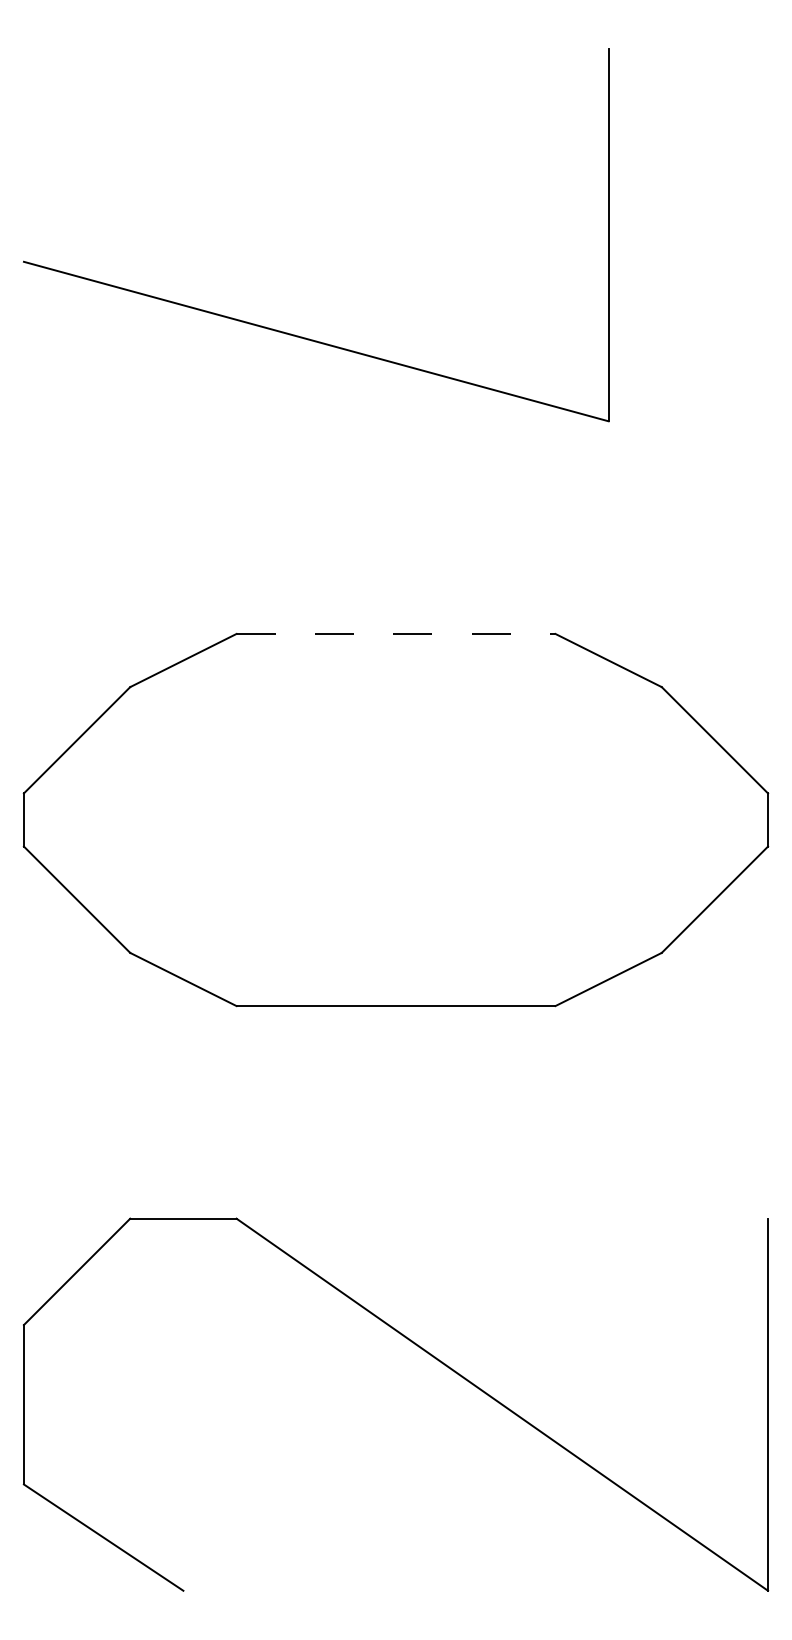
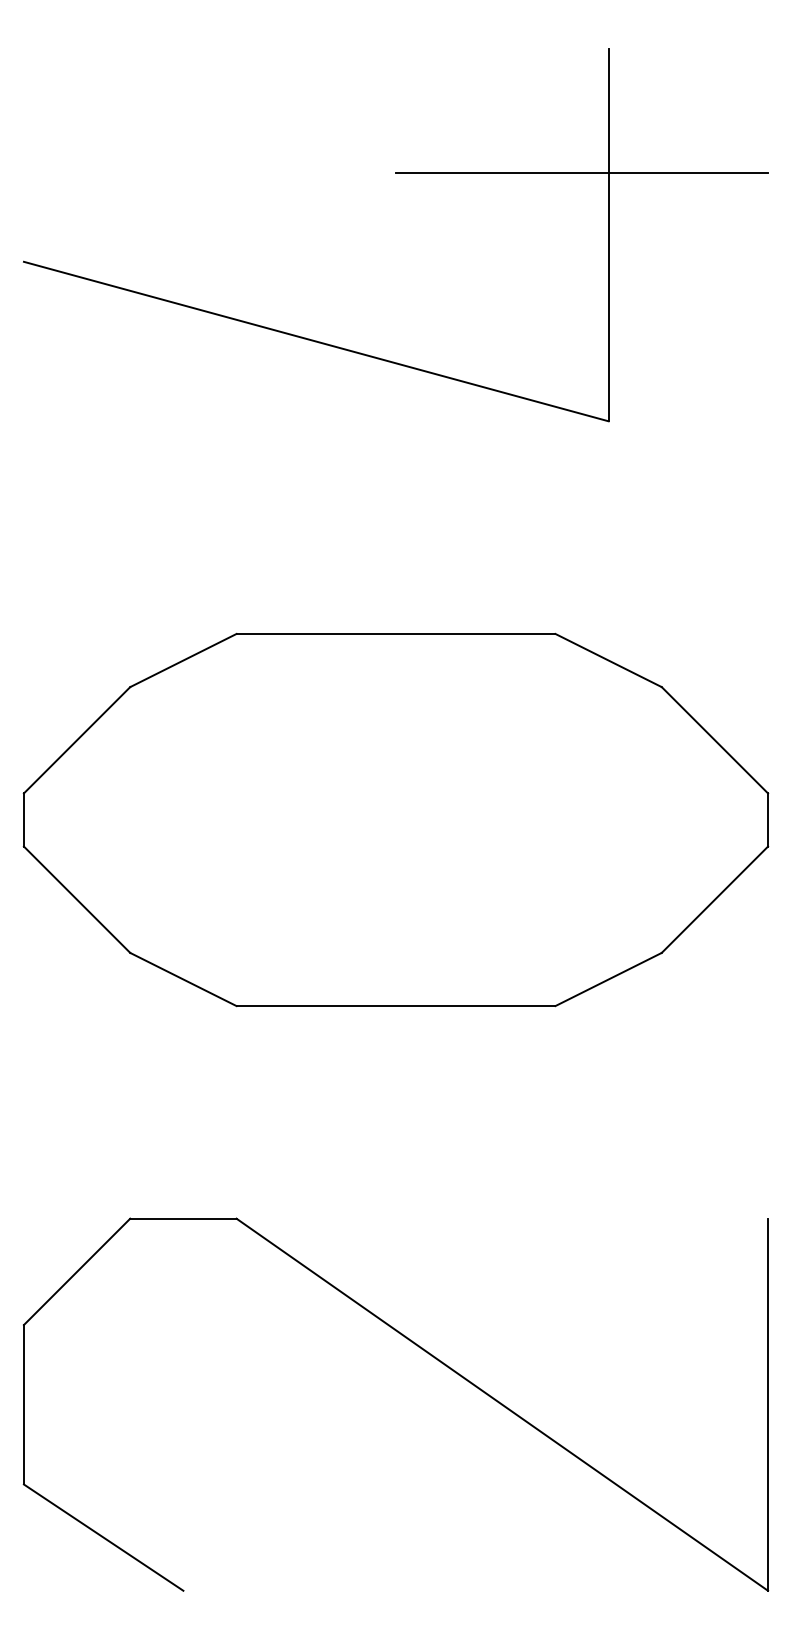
line at (582, 173): none -> present
line at (396, 633): dashed -> solid
